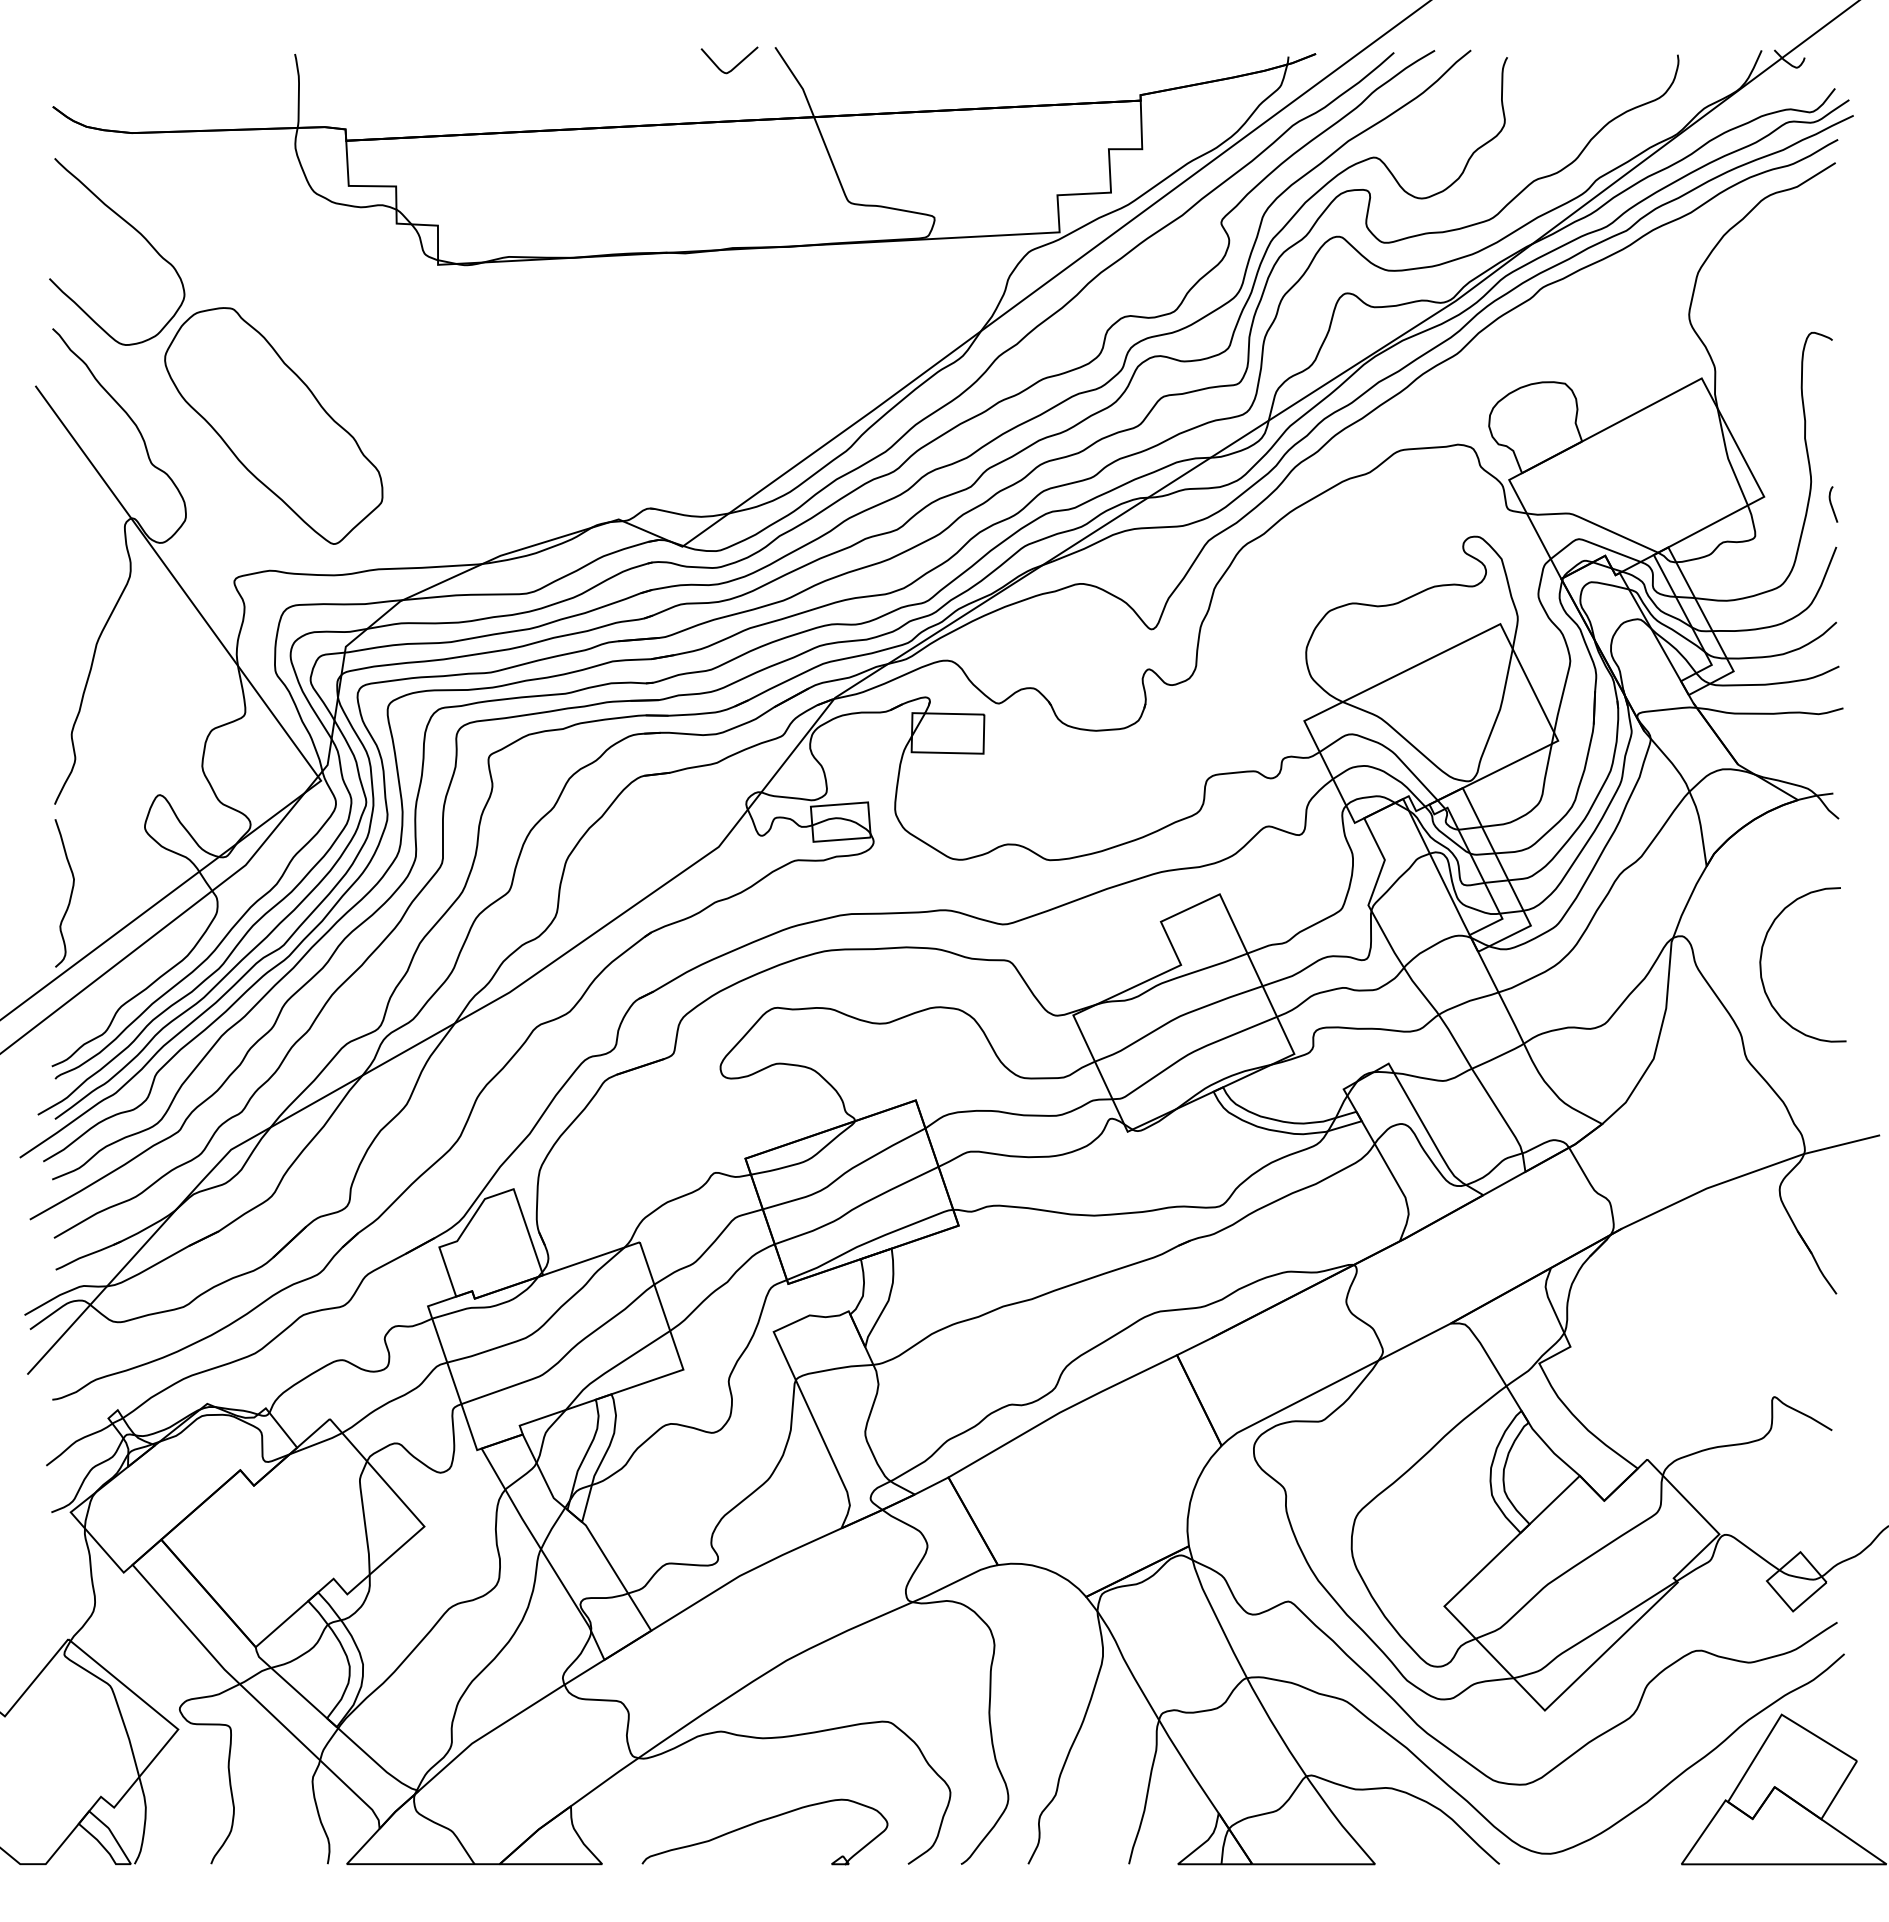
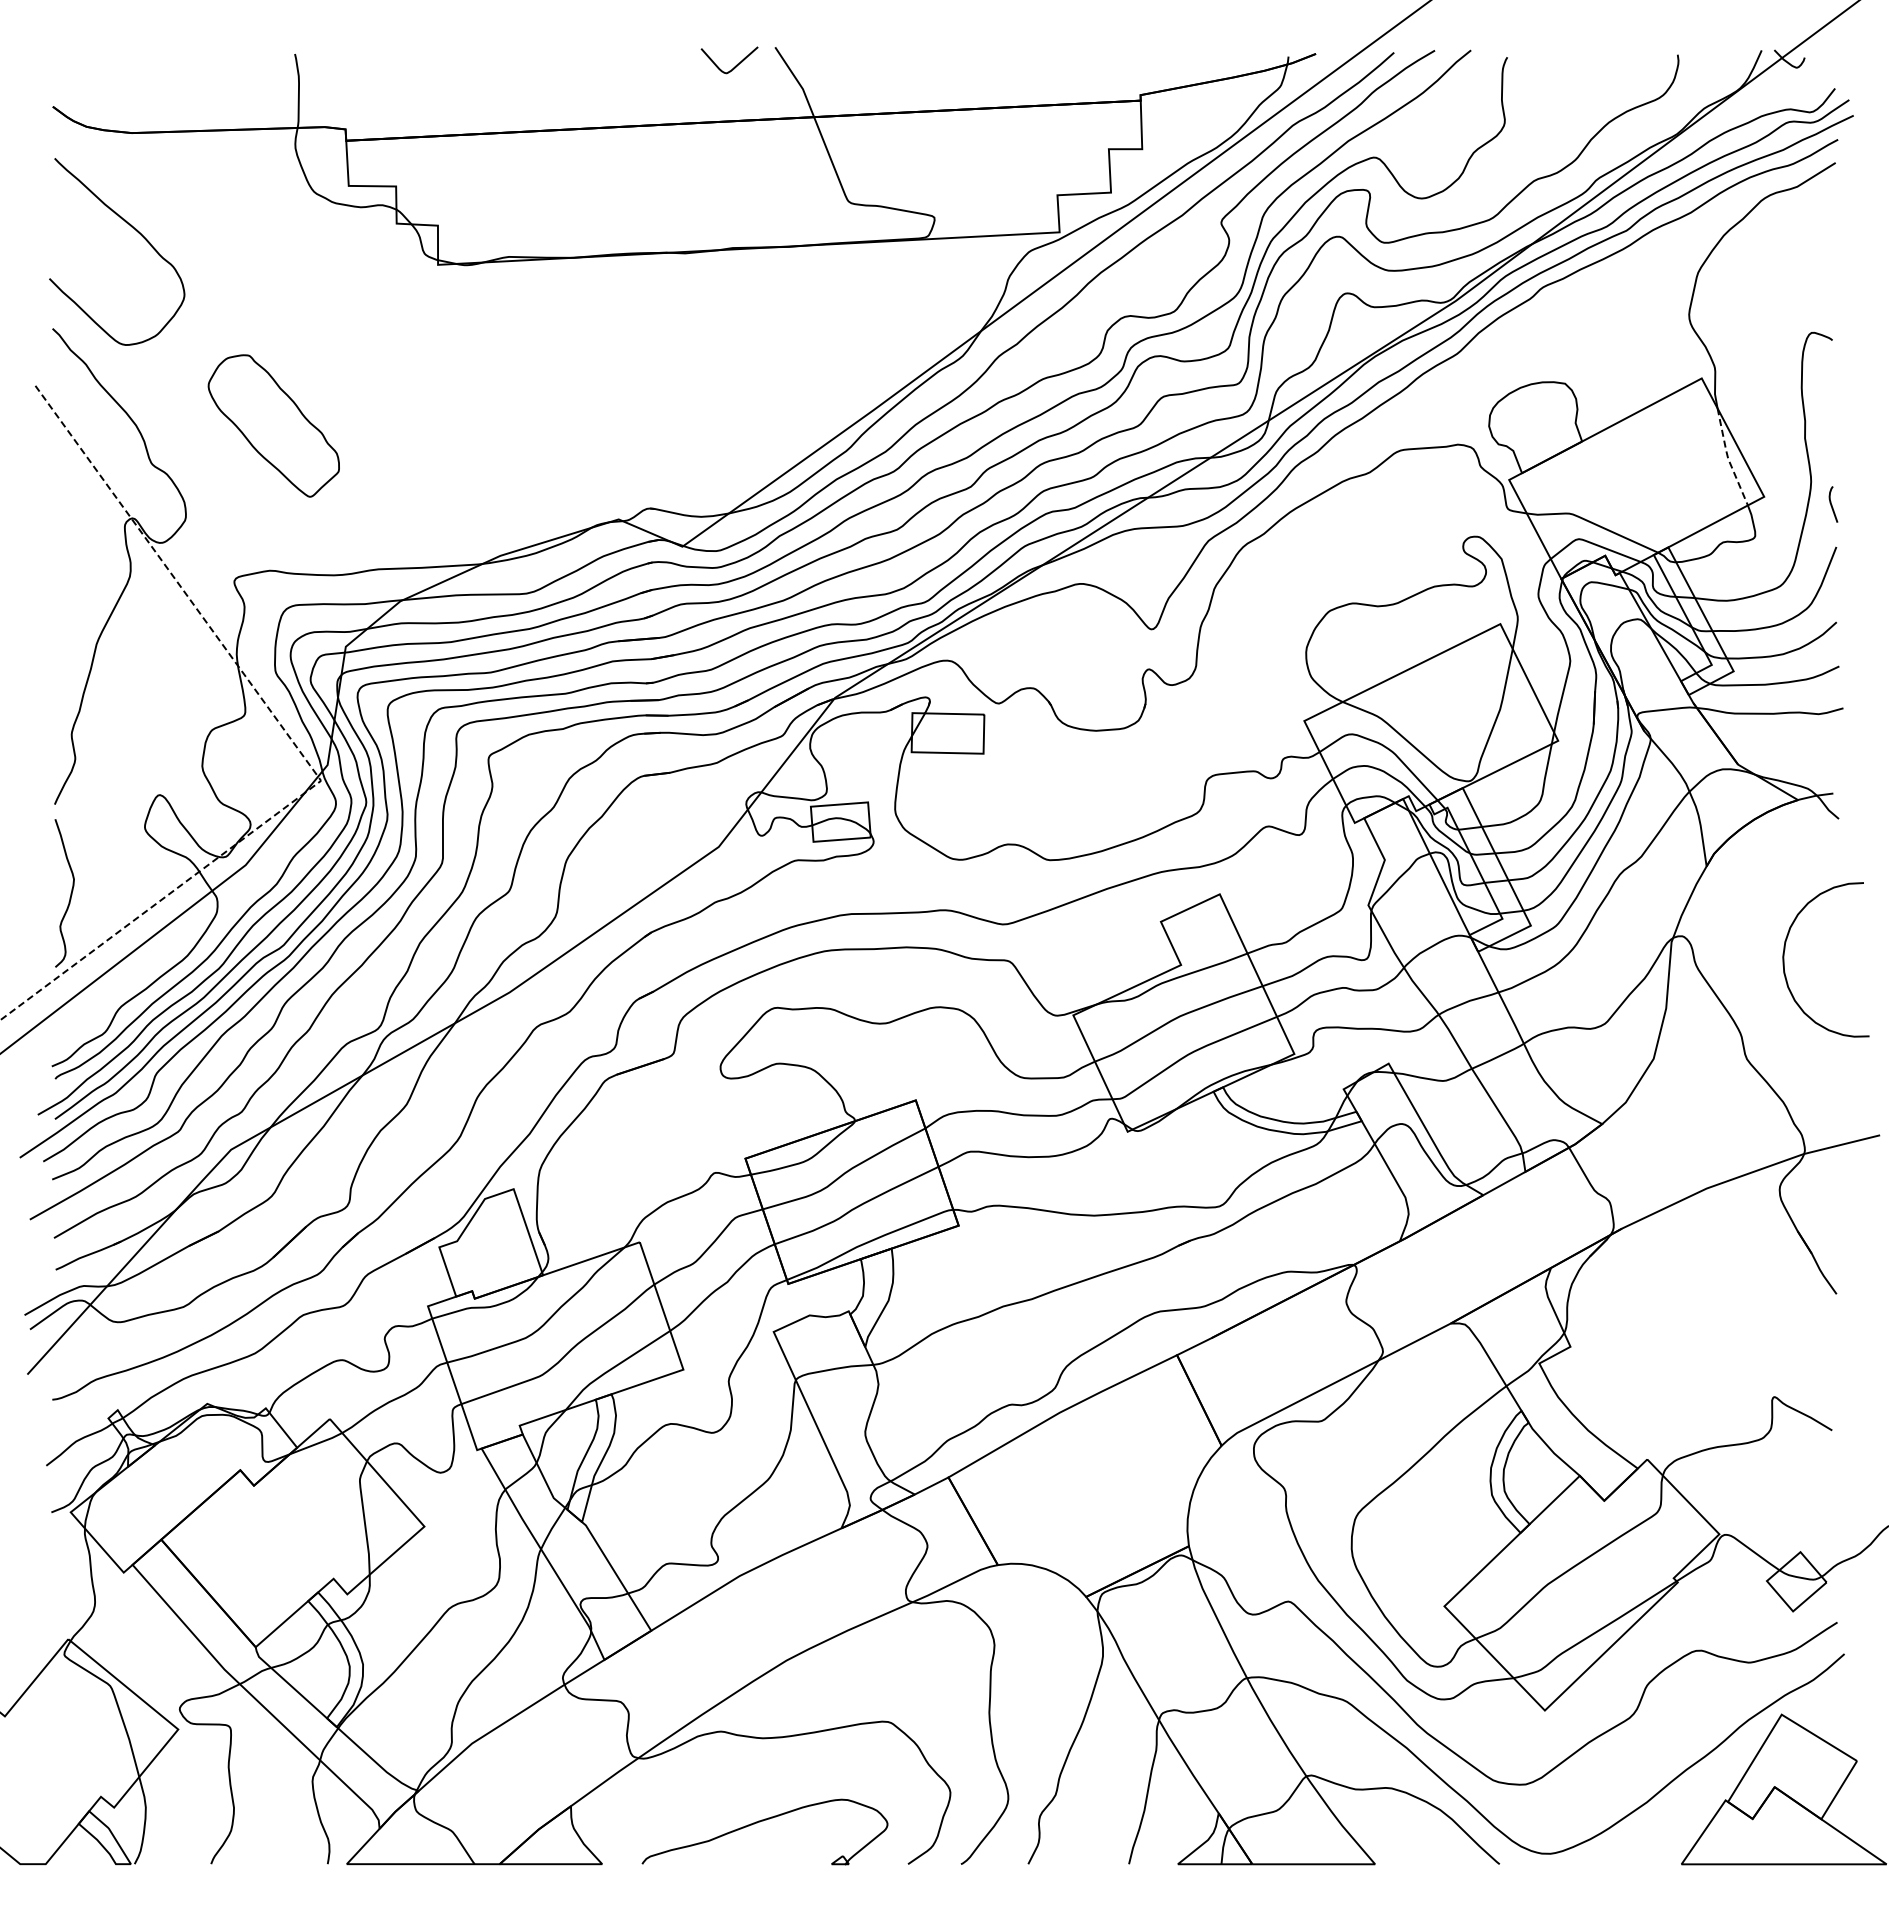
part at (273, 425) size: 220x238 px -> 133x144 px
line at (1728, 458): solid -> dashed
line at (295, 746): solid -> dashed
curve at (1762, 955) position: (1762, 955) -> (1785, 950)
